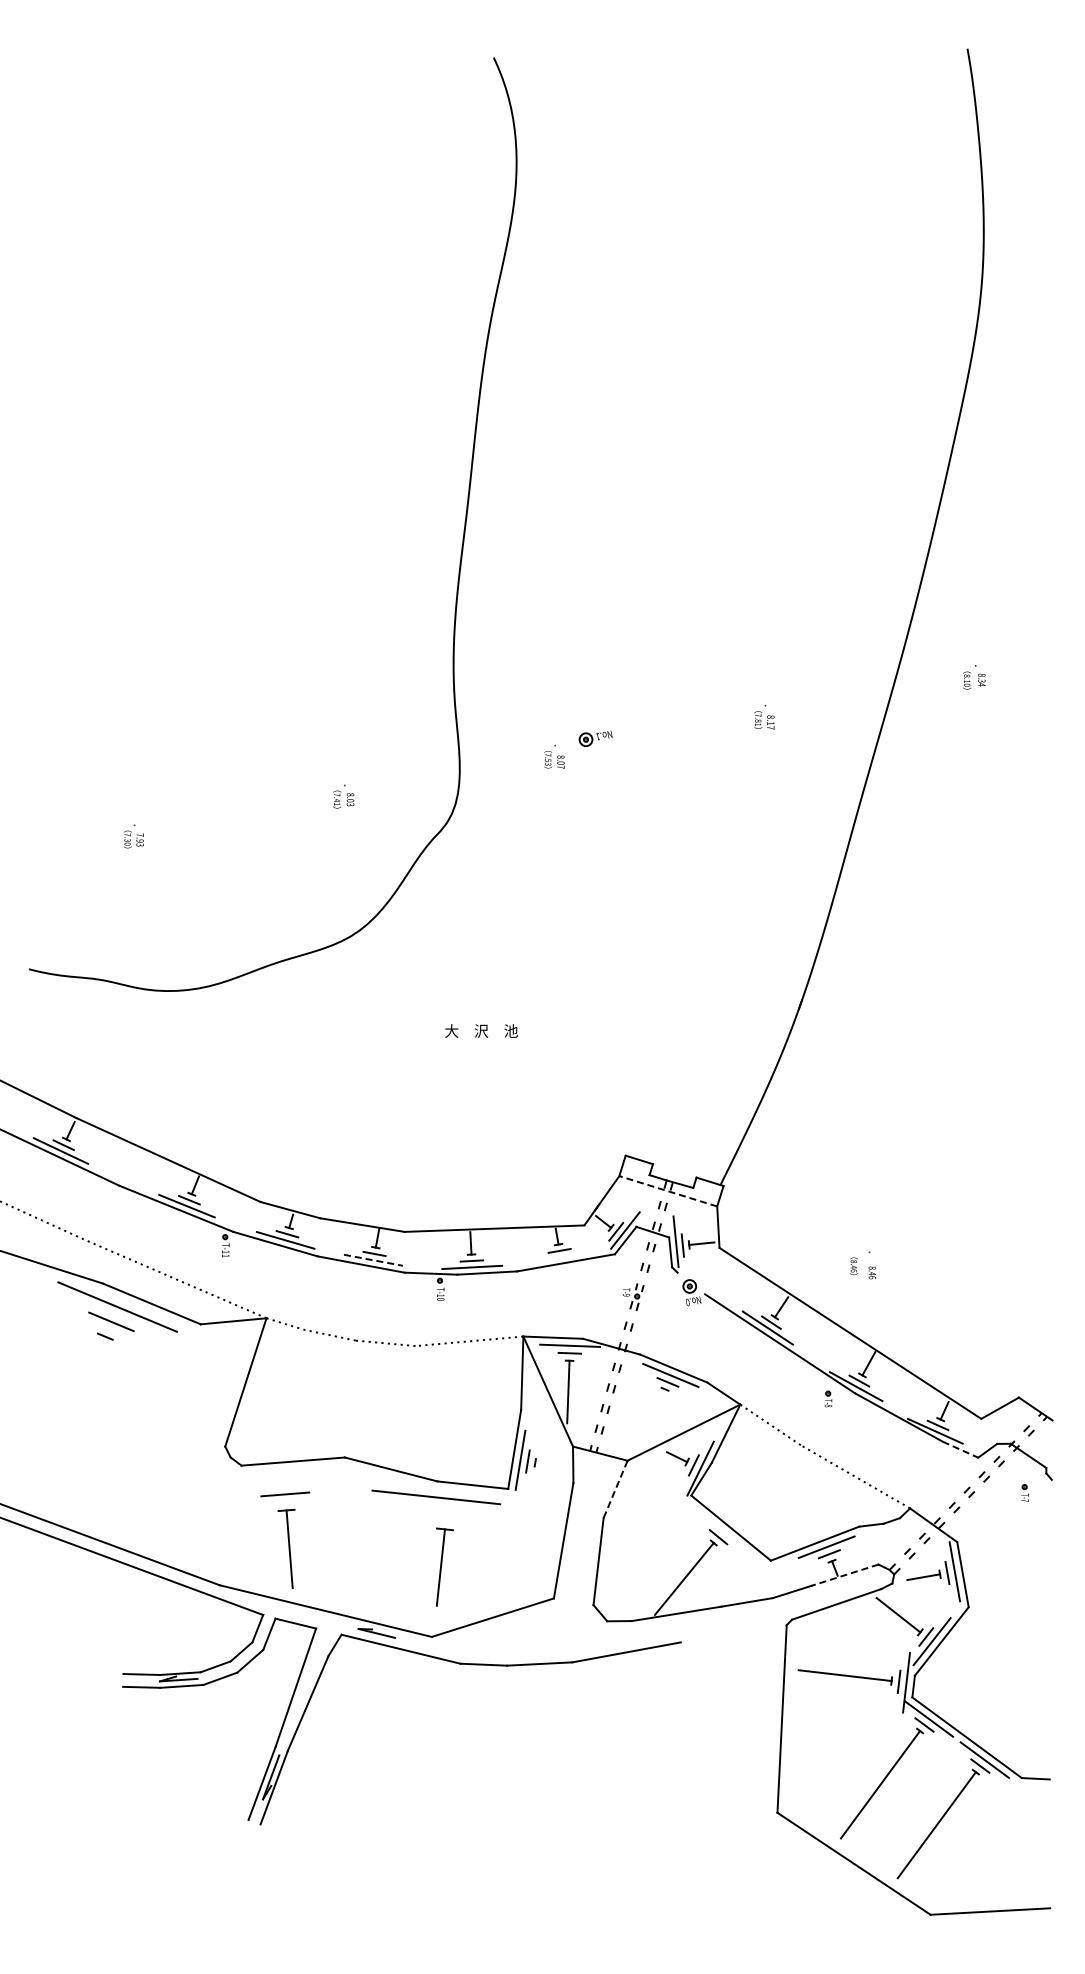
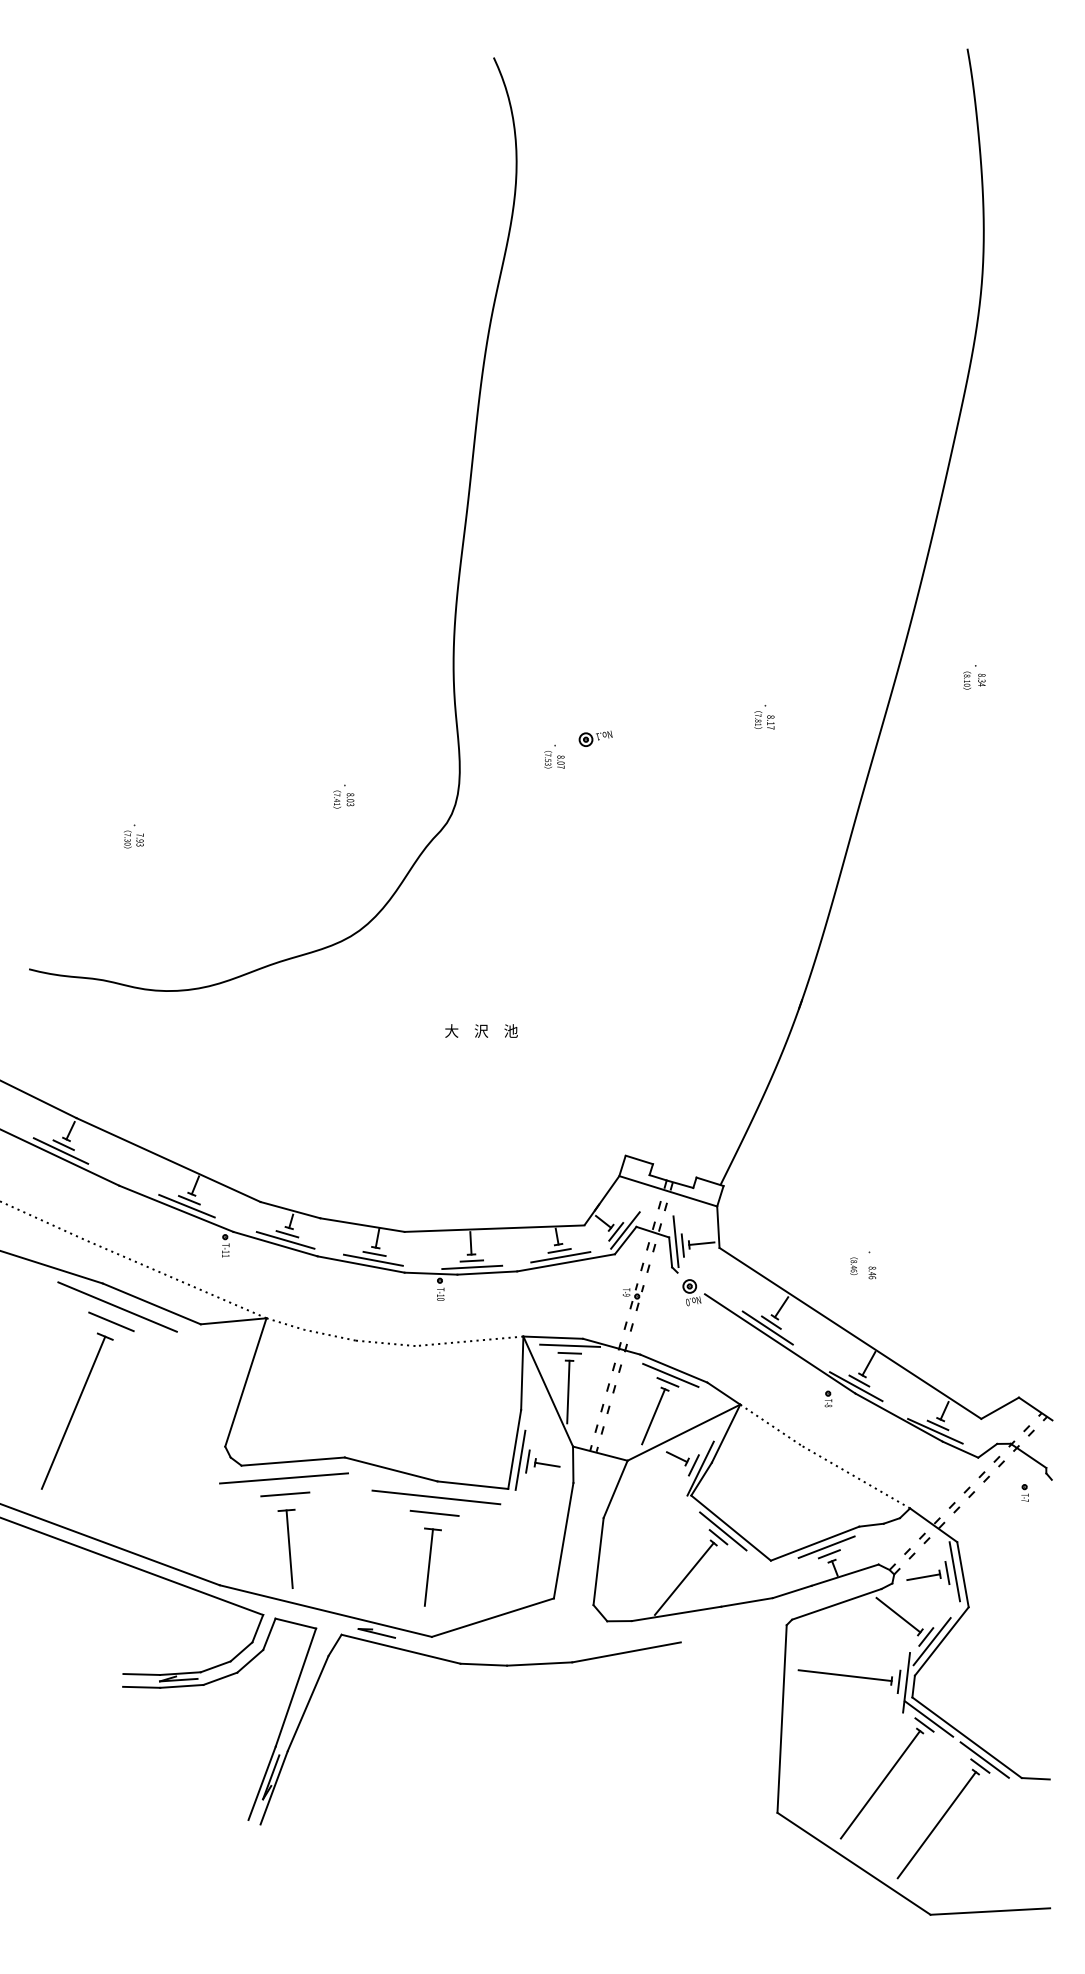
line at (667, 1191): dashed -> solid
line at (560, 1257): none -> present
line at (373, 1260): dashed -> solid
line at (73, 1412): none -> present
line at (653, 1416): none -> present
line at (960, 1449): dashed -> solid
line at (547, 1464): none -> present
line at (284, 1478): none -> present
line at (615, 1488): dashed -> solid
line at (434, 1512): none -> present
line at (723, 1531): none -> present
part at (444, 1566) position: (444, 1566) -> (432, 1566)
line at (844, 1575): dashed -> solid
